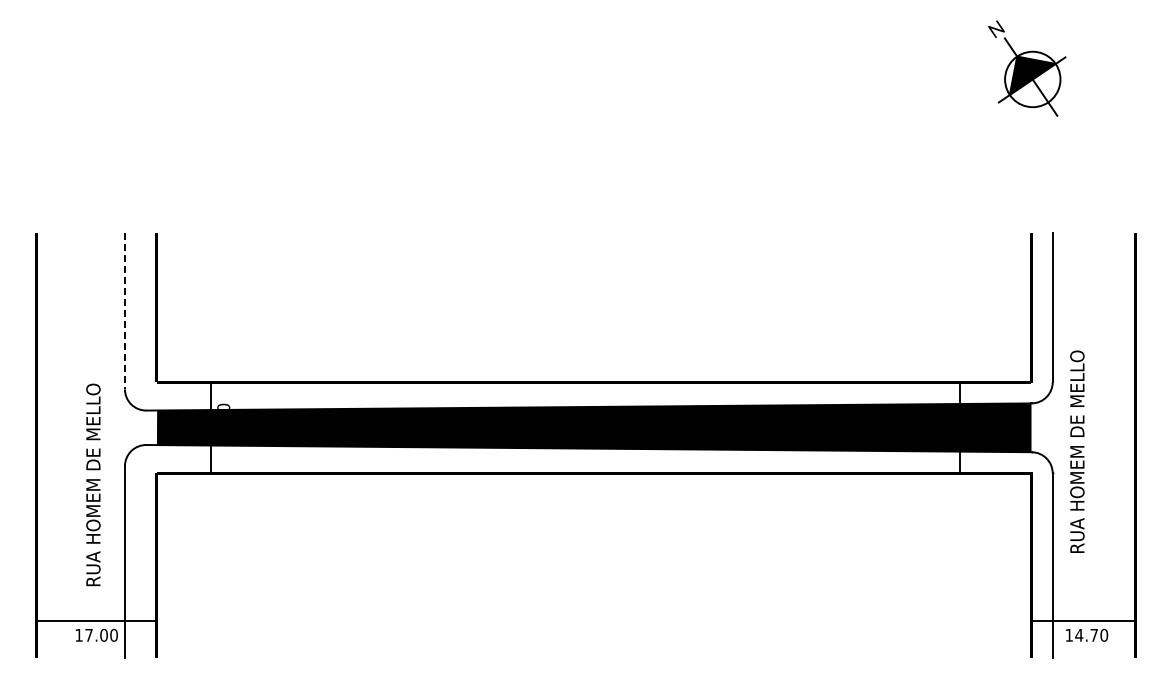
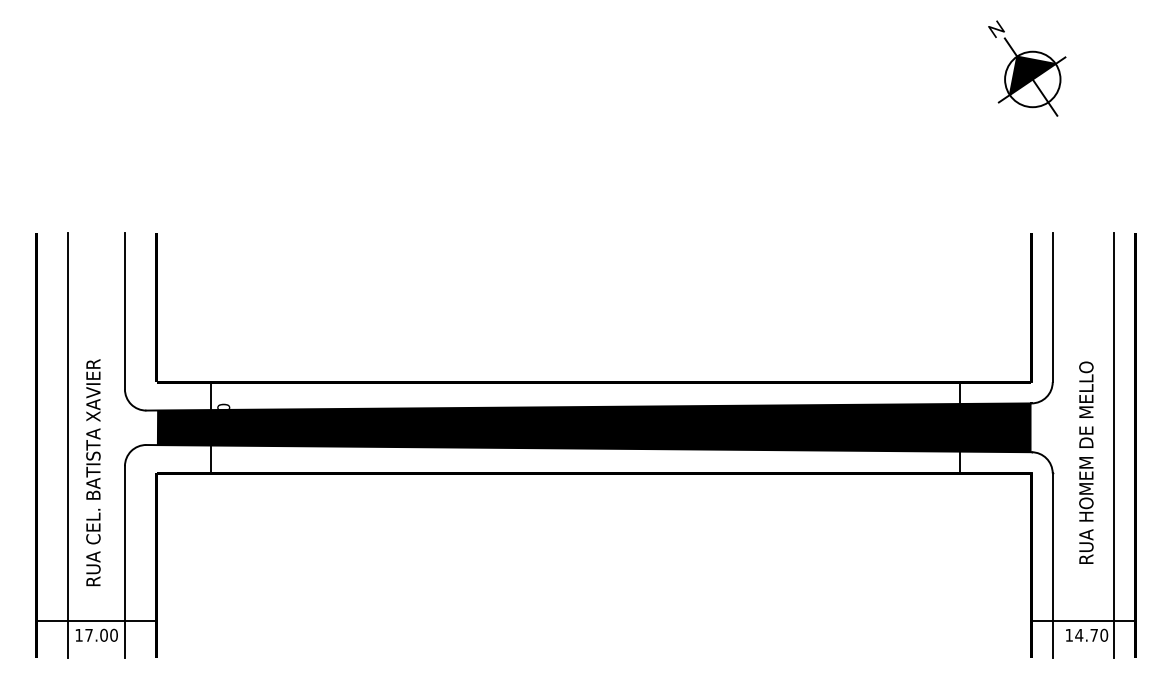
line at (124, 311): dashed -> solid
line at (68, 445): none -> present
line at (1114, 445): none -> present
text at (93, 451): RUA HOMEM DE MELLO -> RUA CEL. BATISTA XAVIER
text at (1077, 451) position: (1077, 451) -> (1086, 462)
